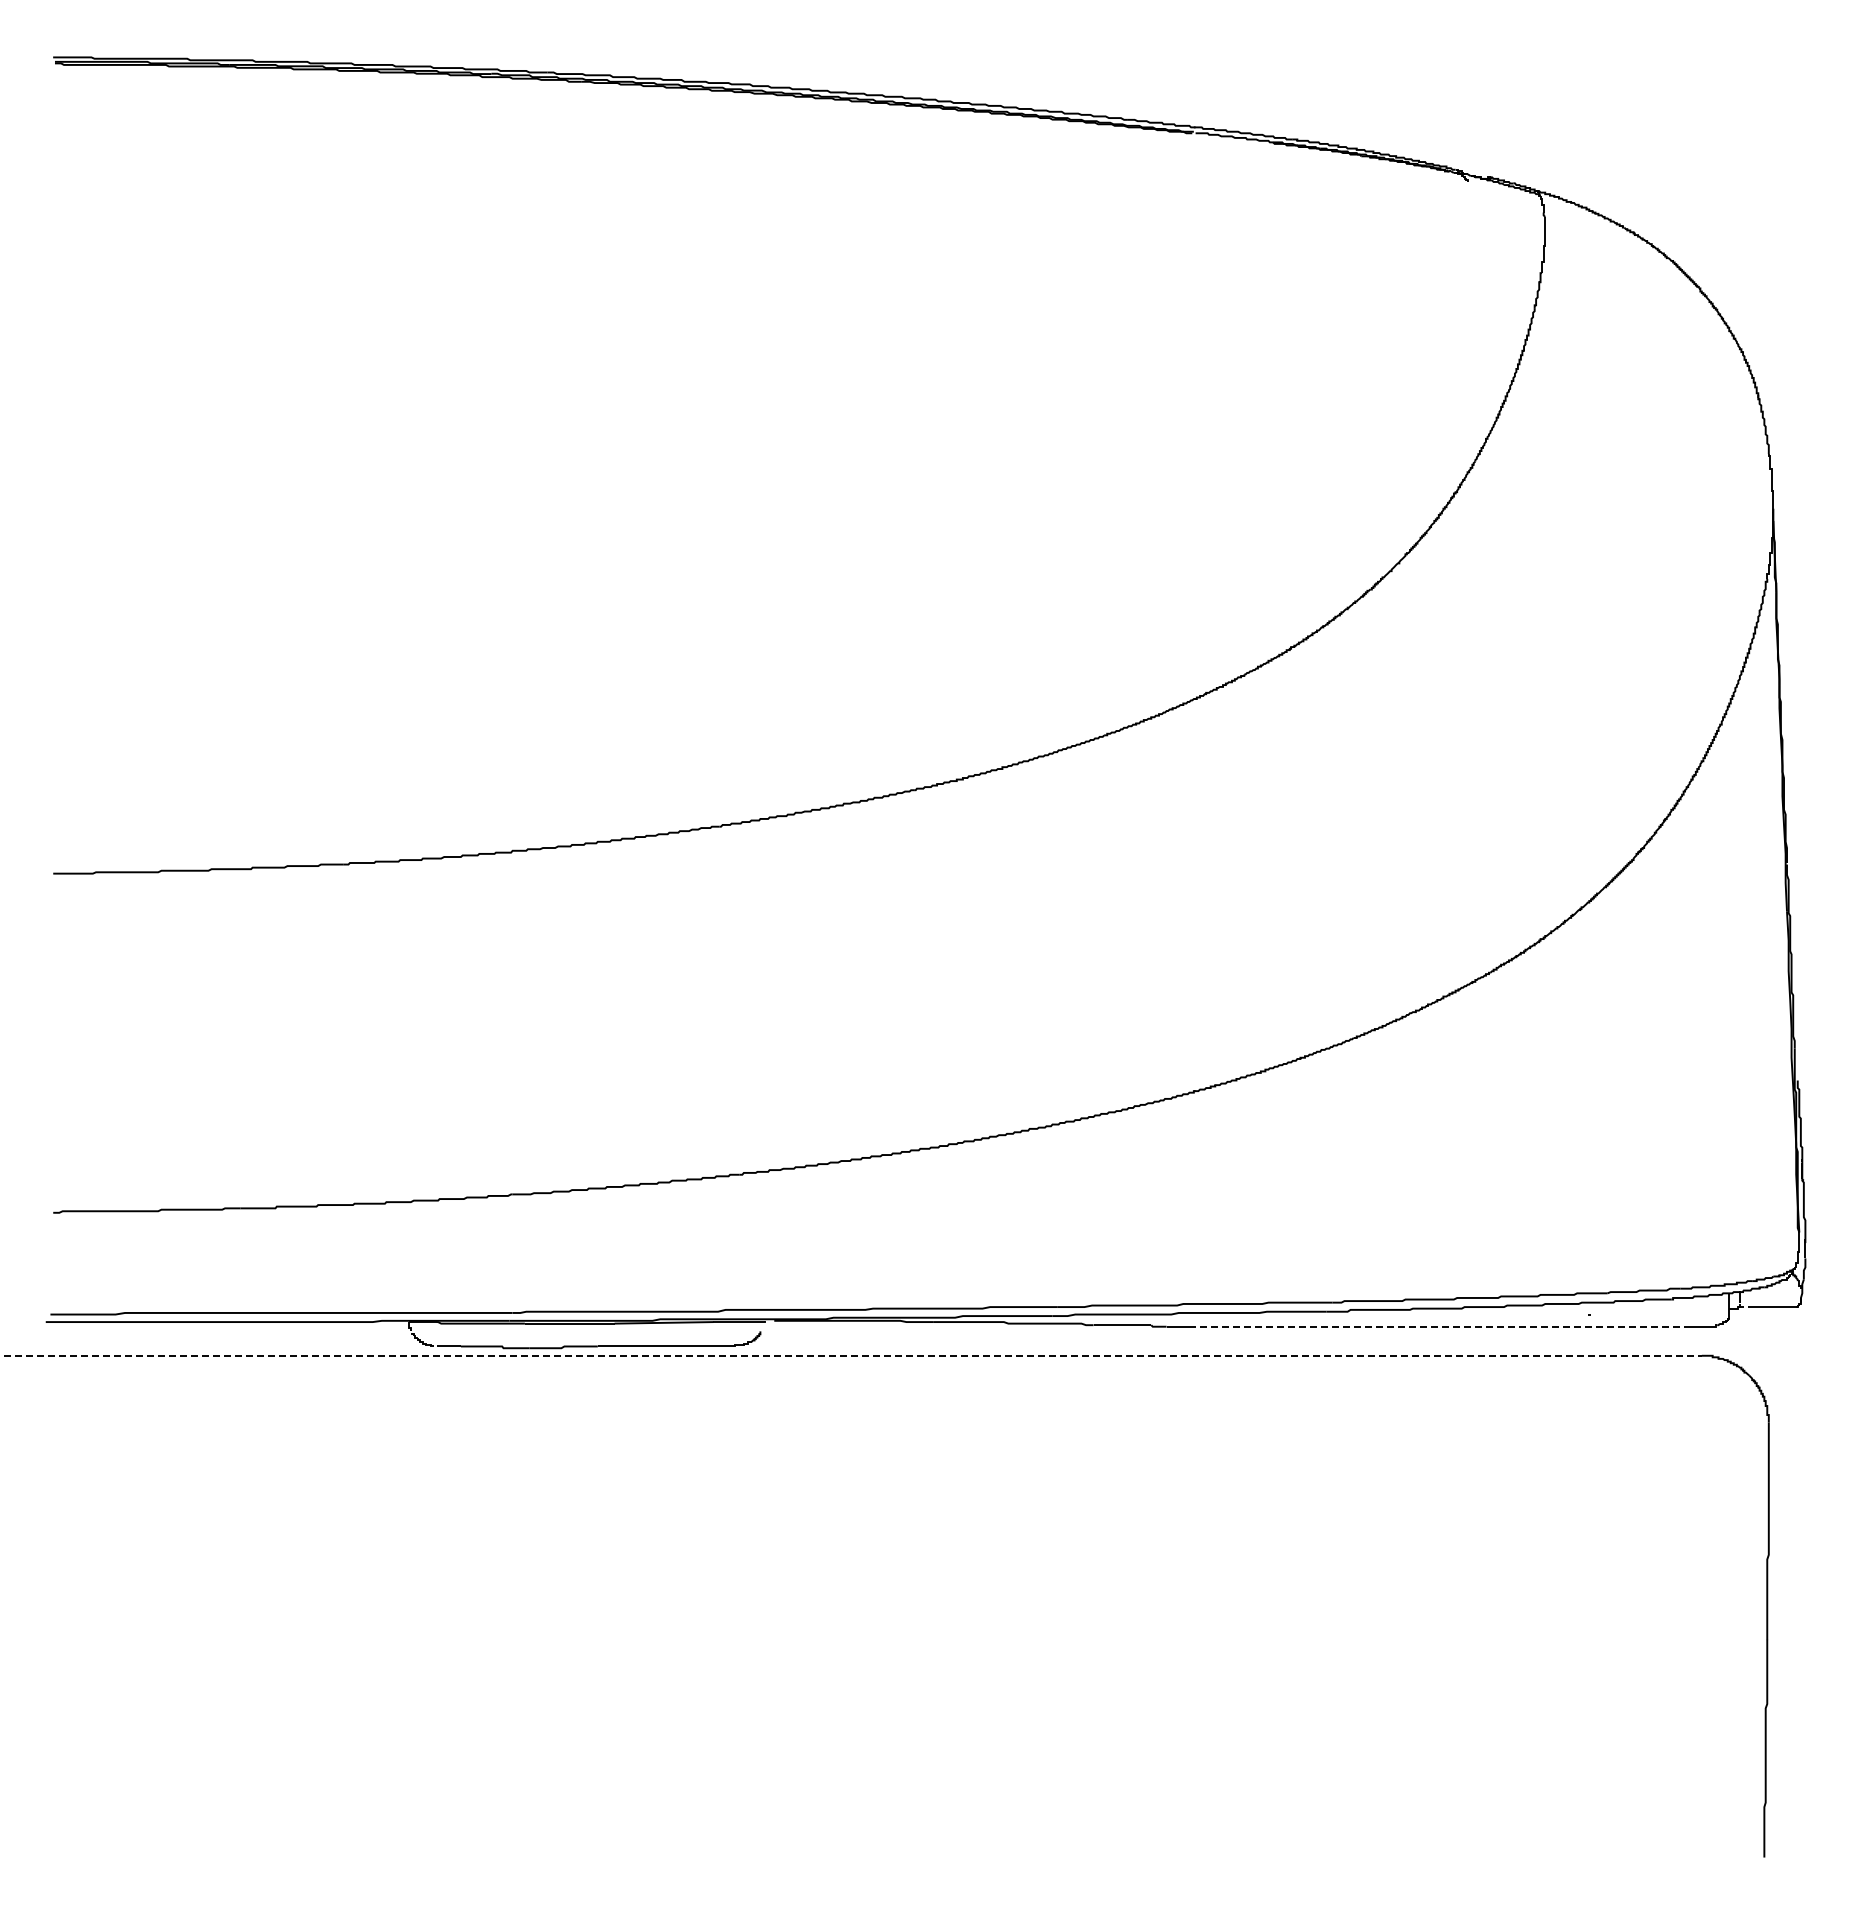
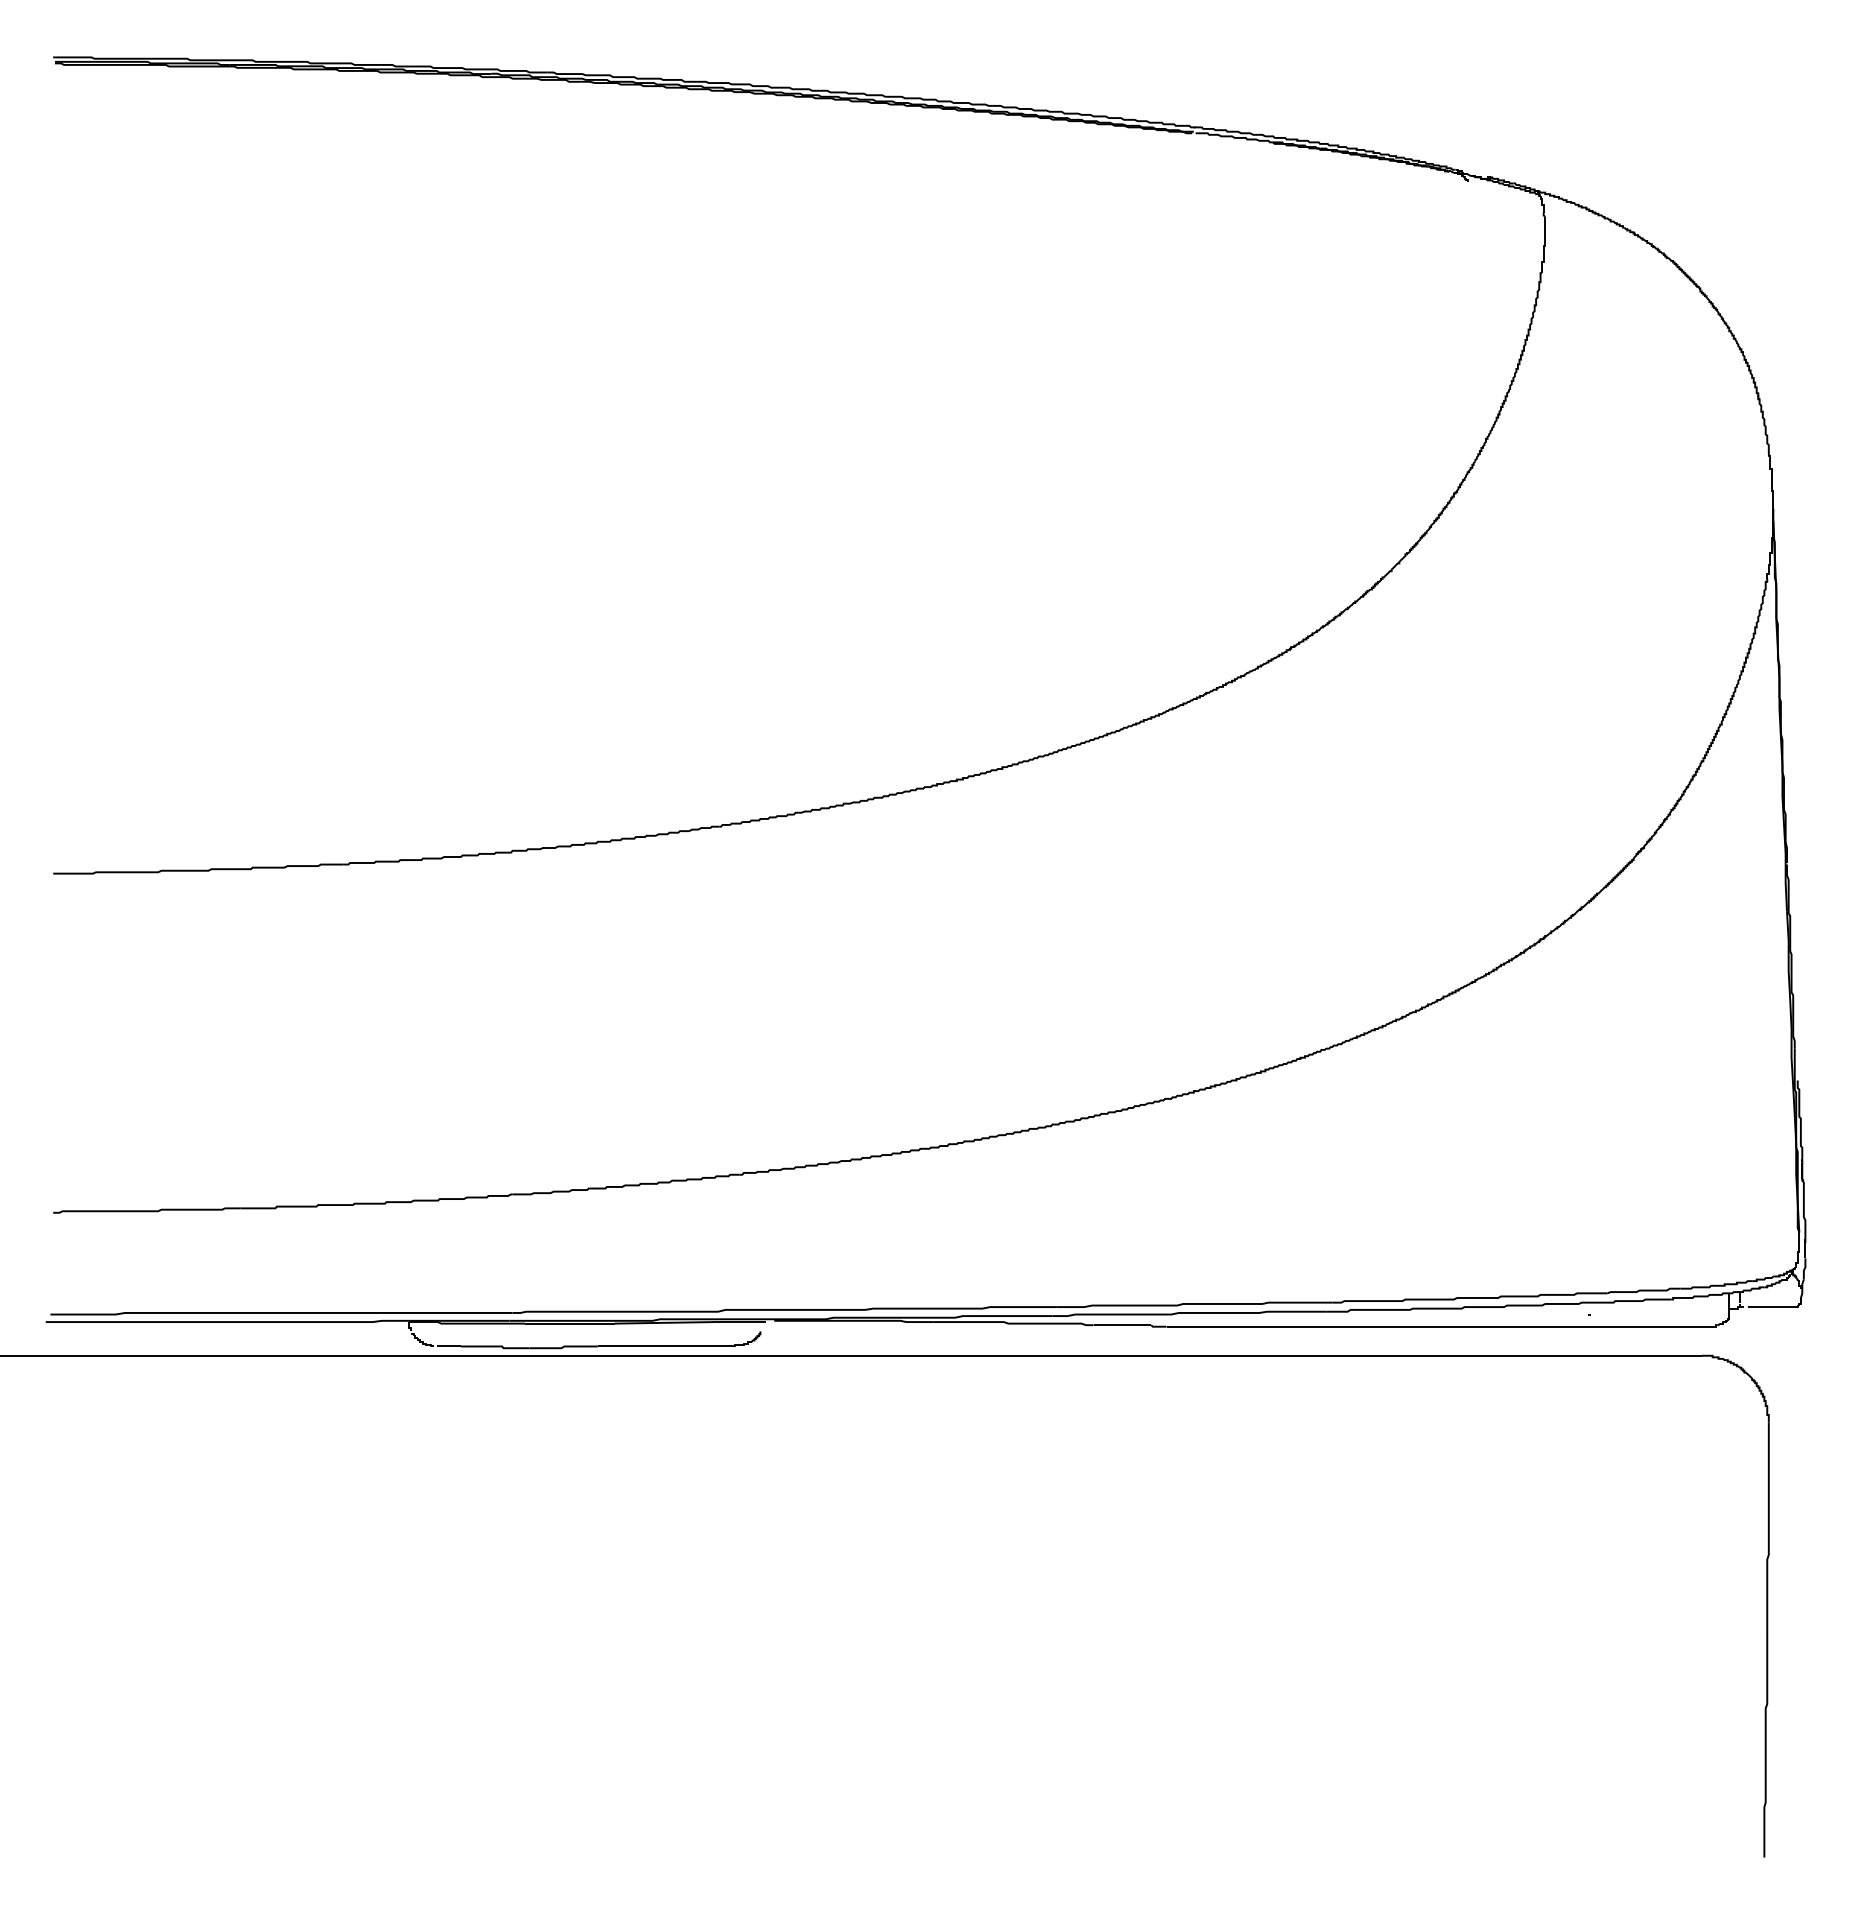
line at (1437, 1326): dashed -> solid
line at (851, 1355): dashed -> solid
